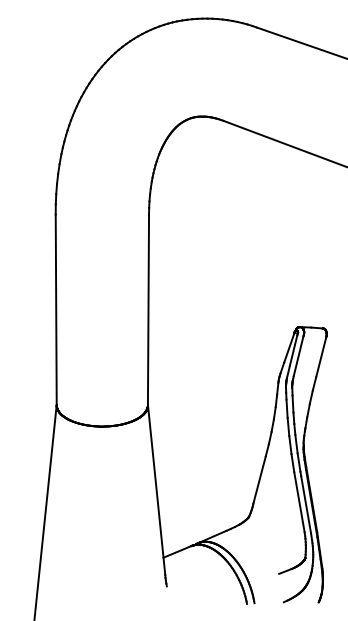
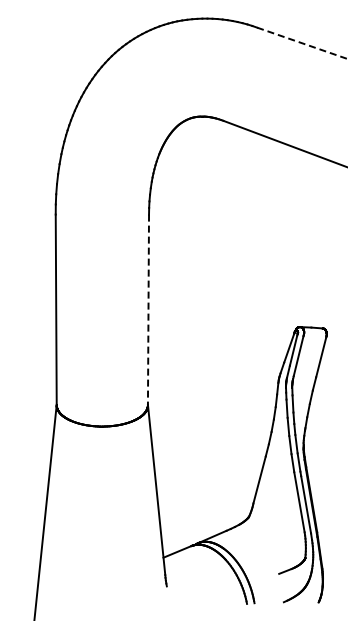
line at (302, 43): solid -> dashed
line at (148, 310): solid -> dashed
